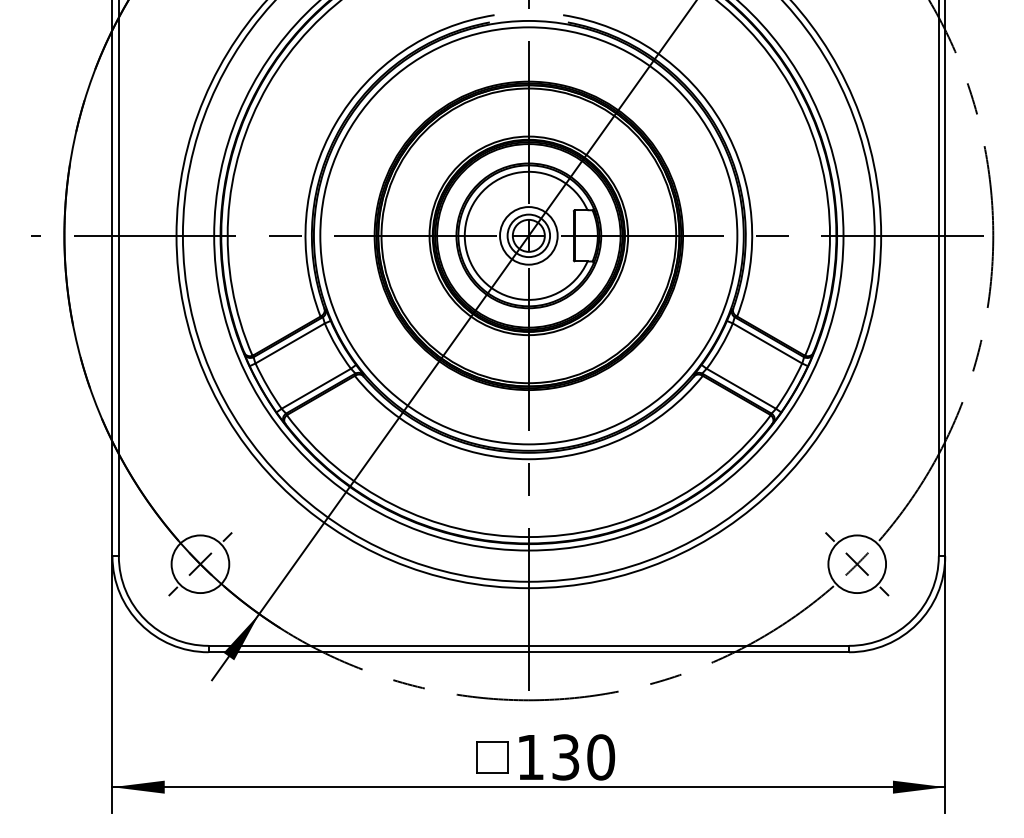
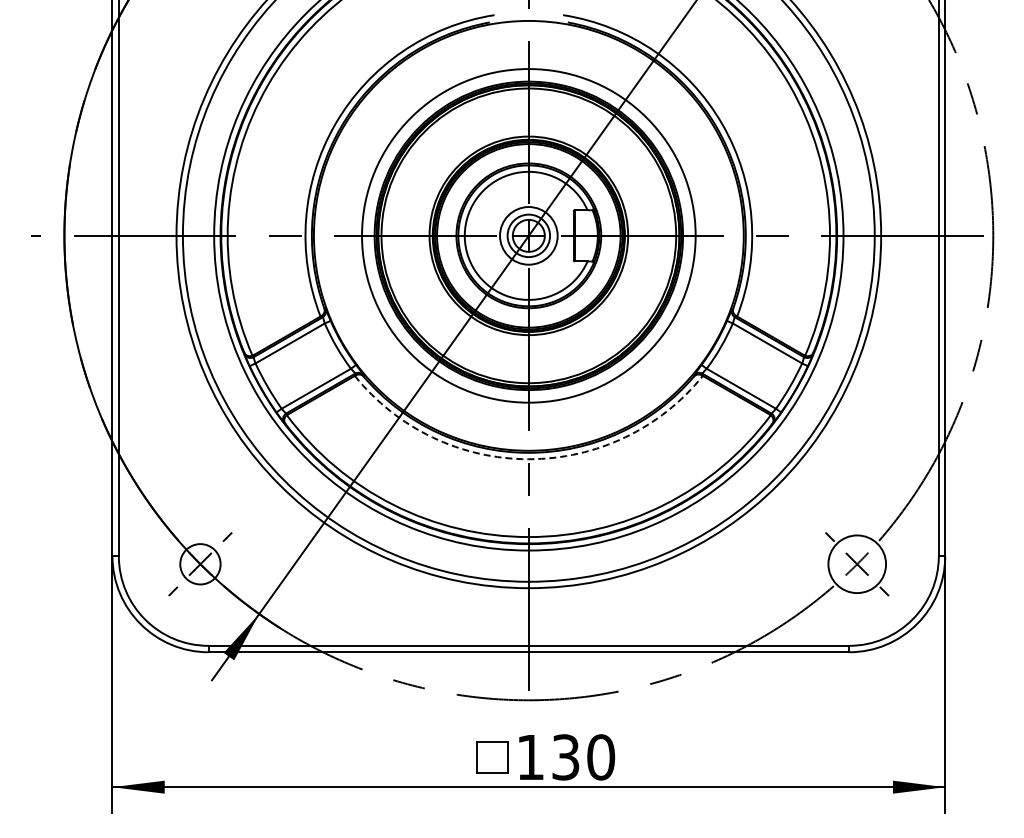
circle at (528, 235) diameter: 417 px -> 334 px
arc at (528, 459): solid -> dashed
circle at (200, 564) diameter: 58 px -> 40 px
